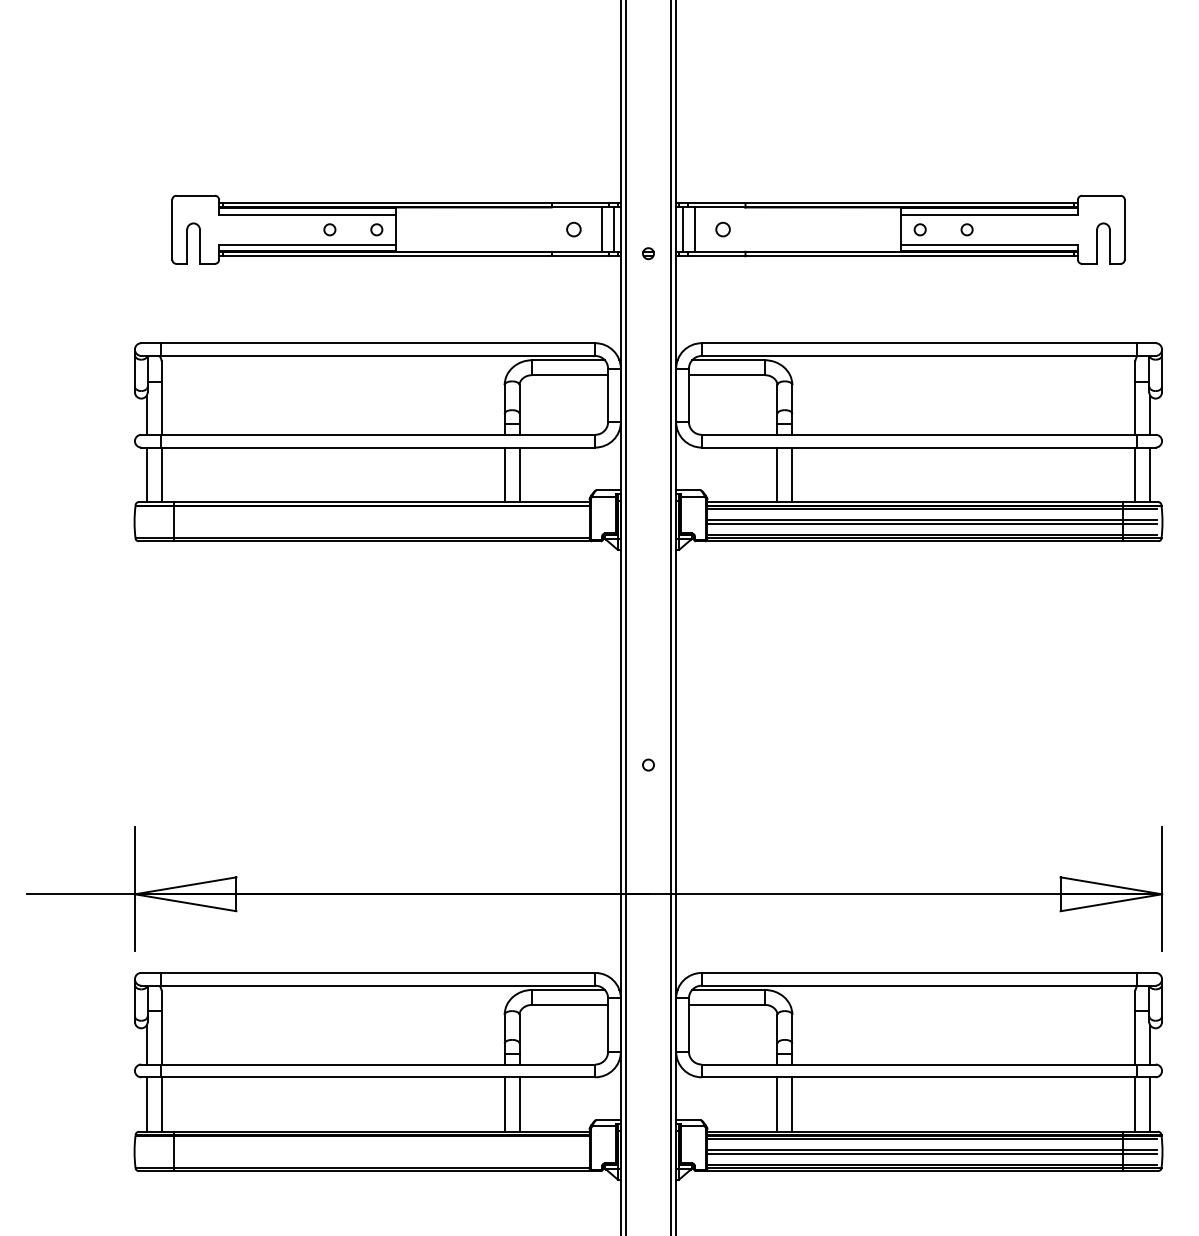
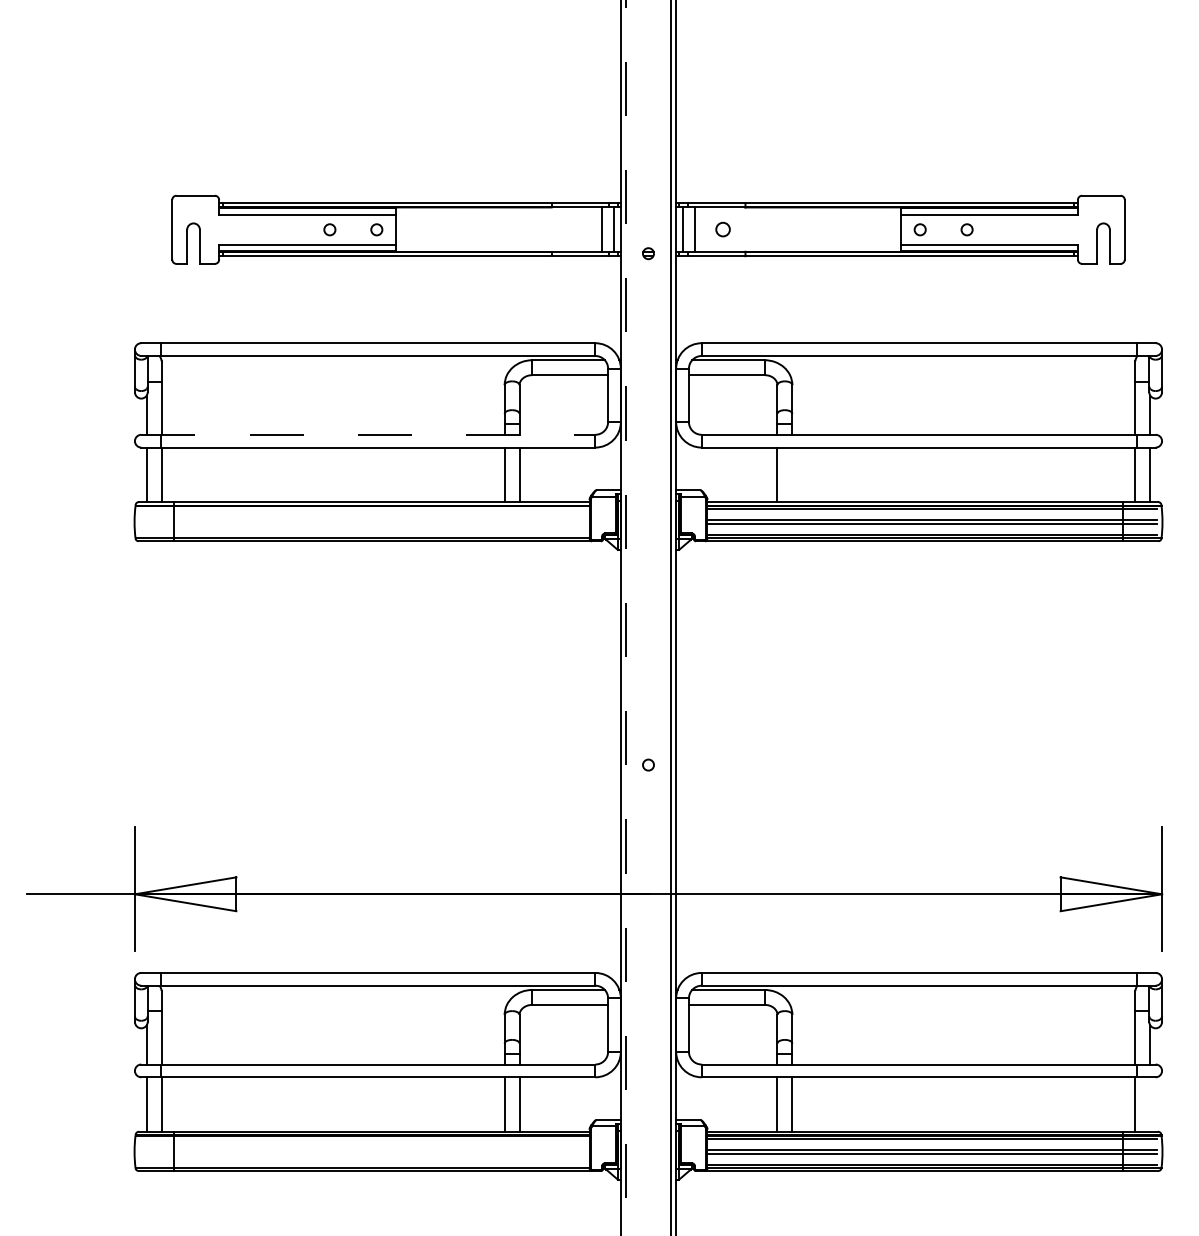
circle at (573, 229): present -> none
line at (368, 434): solid -> dashed
line at (792, 474): present -> none
line at (625, 618): solid -> dashed
line at (1150, 1104): present -> none
